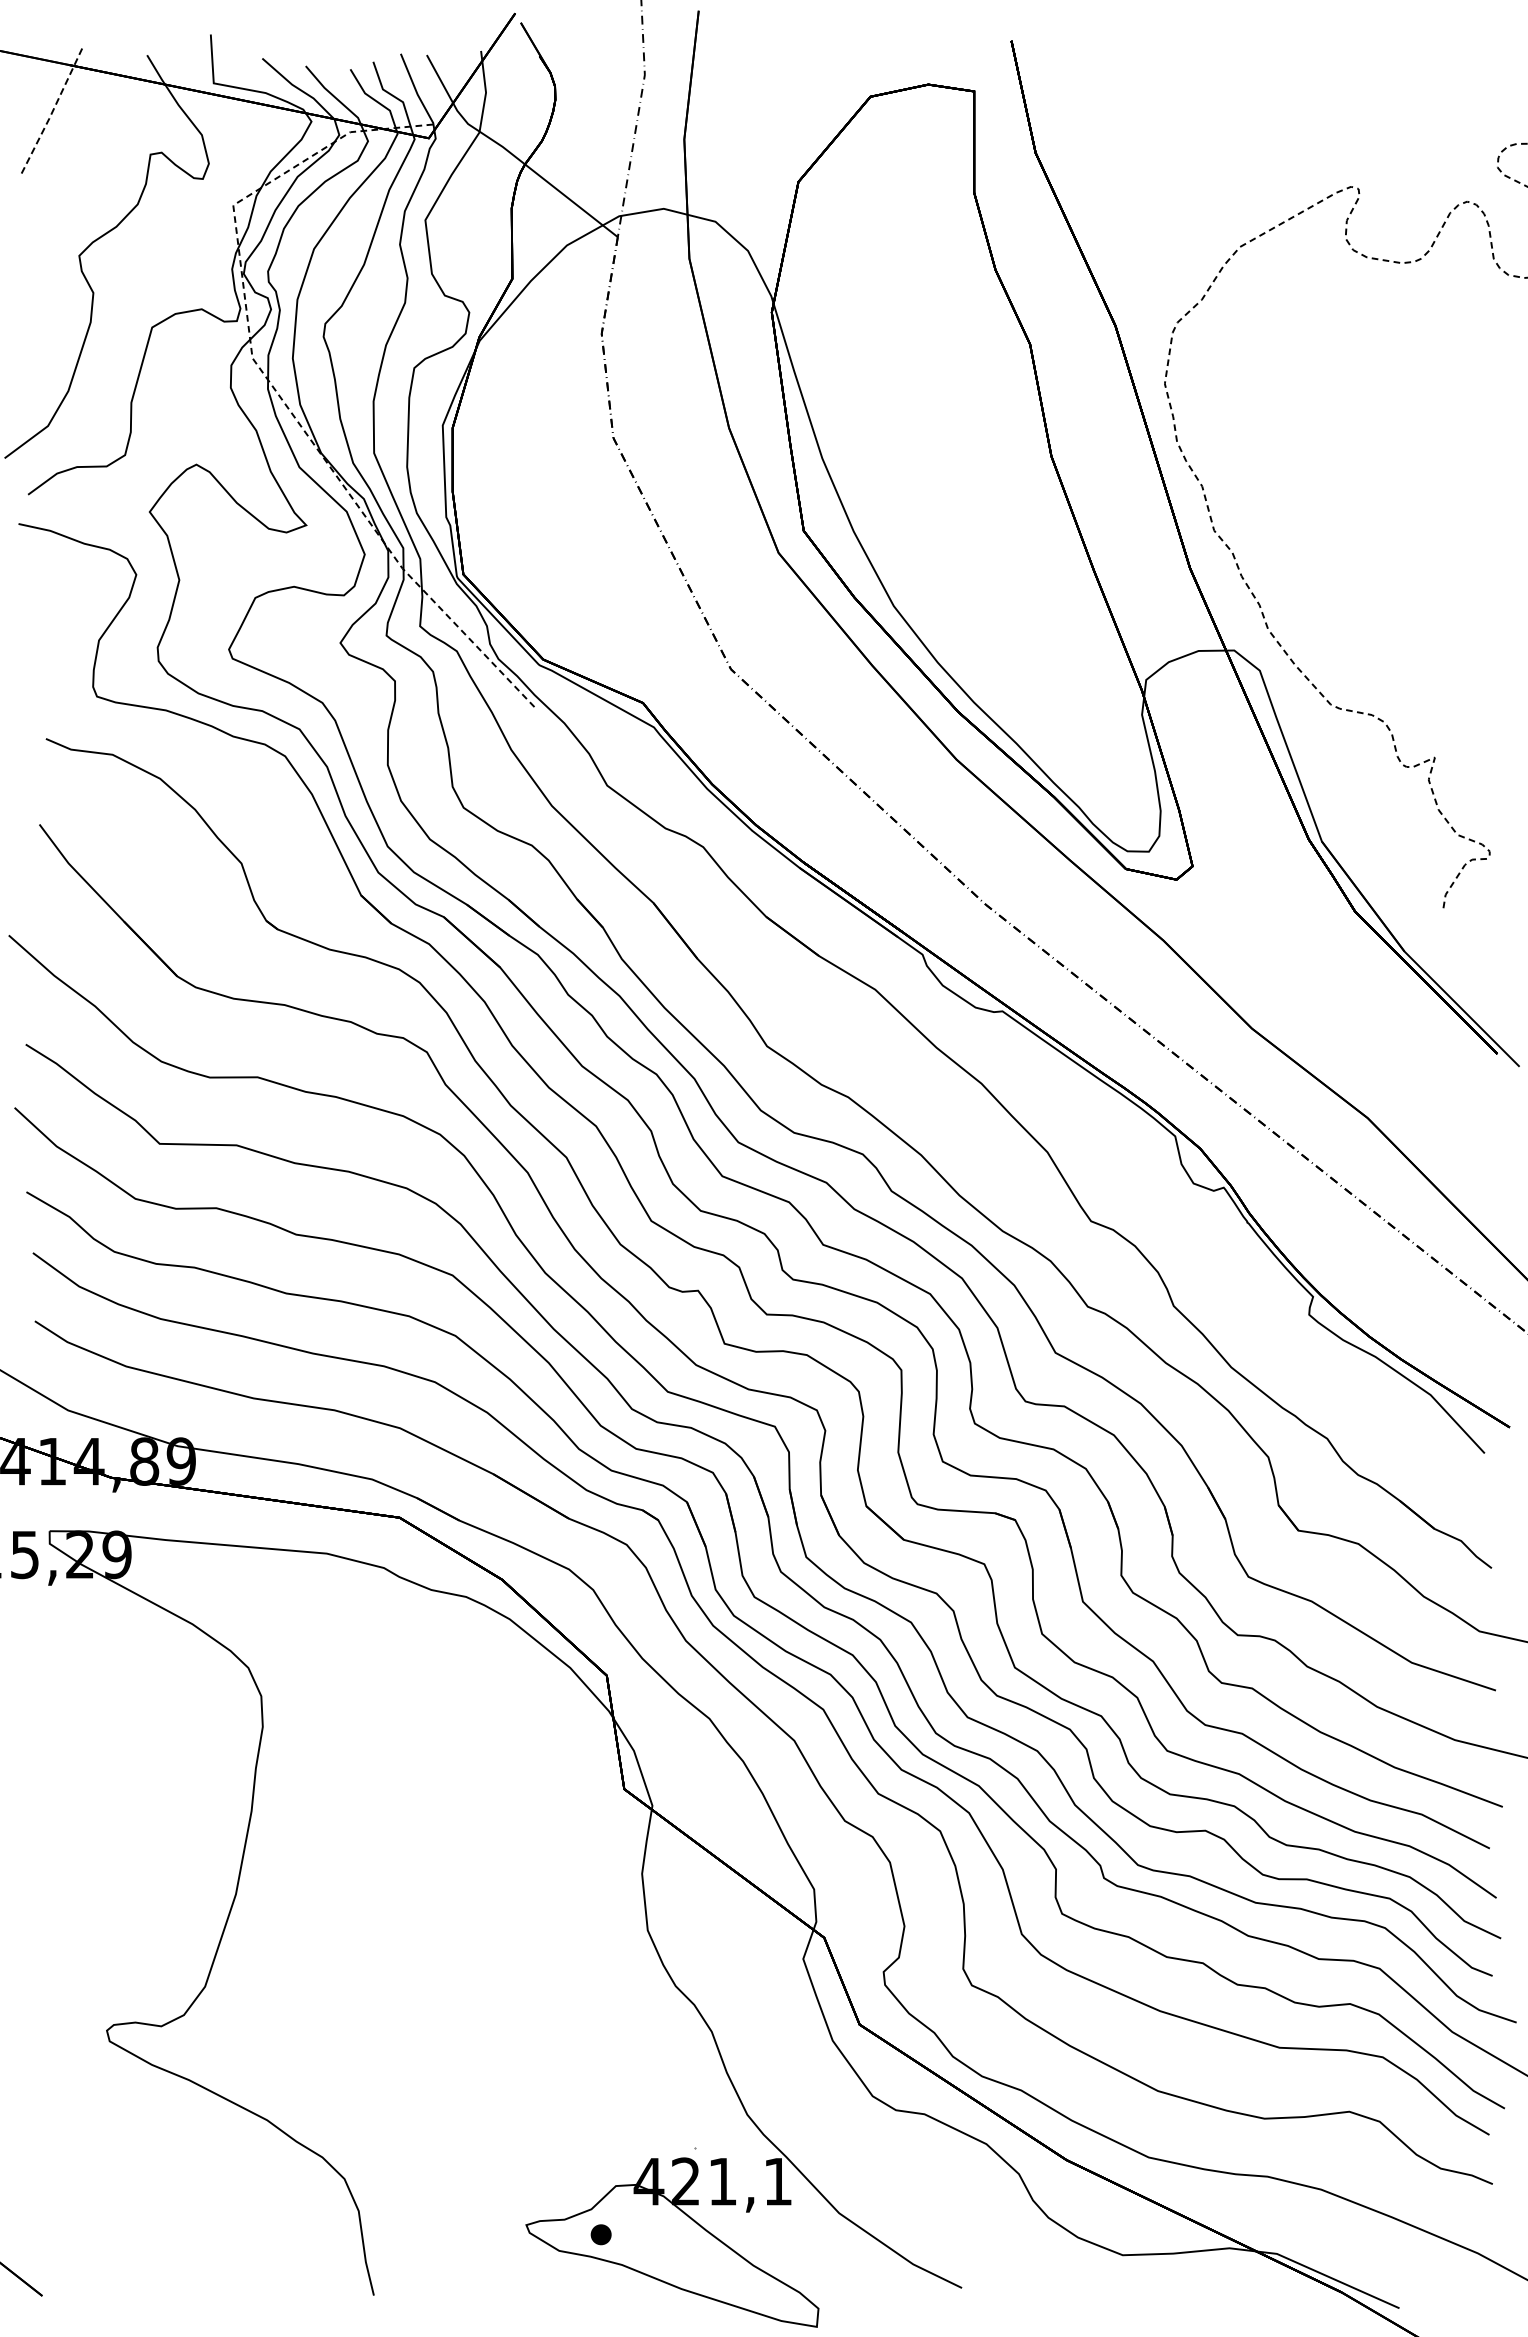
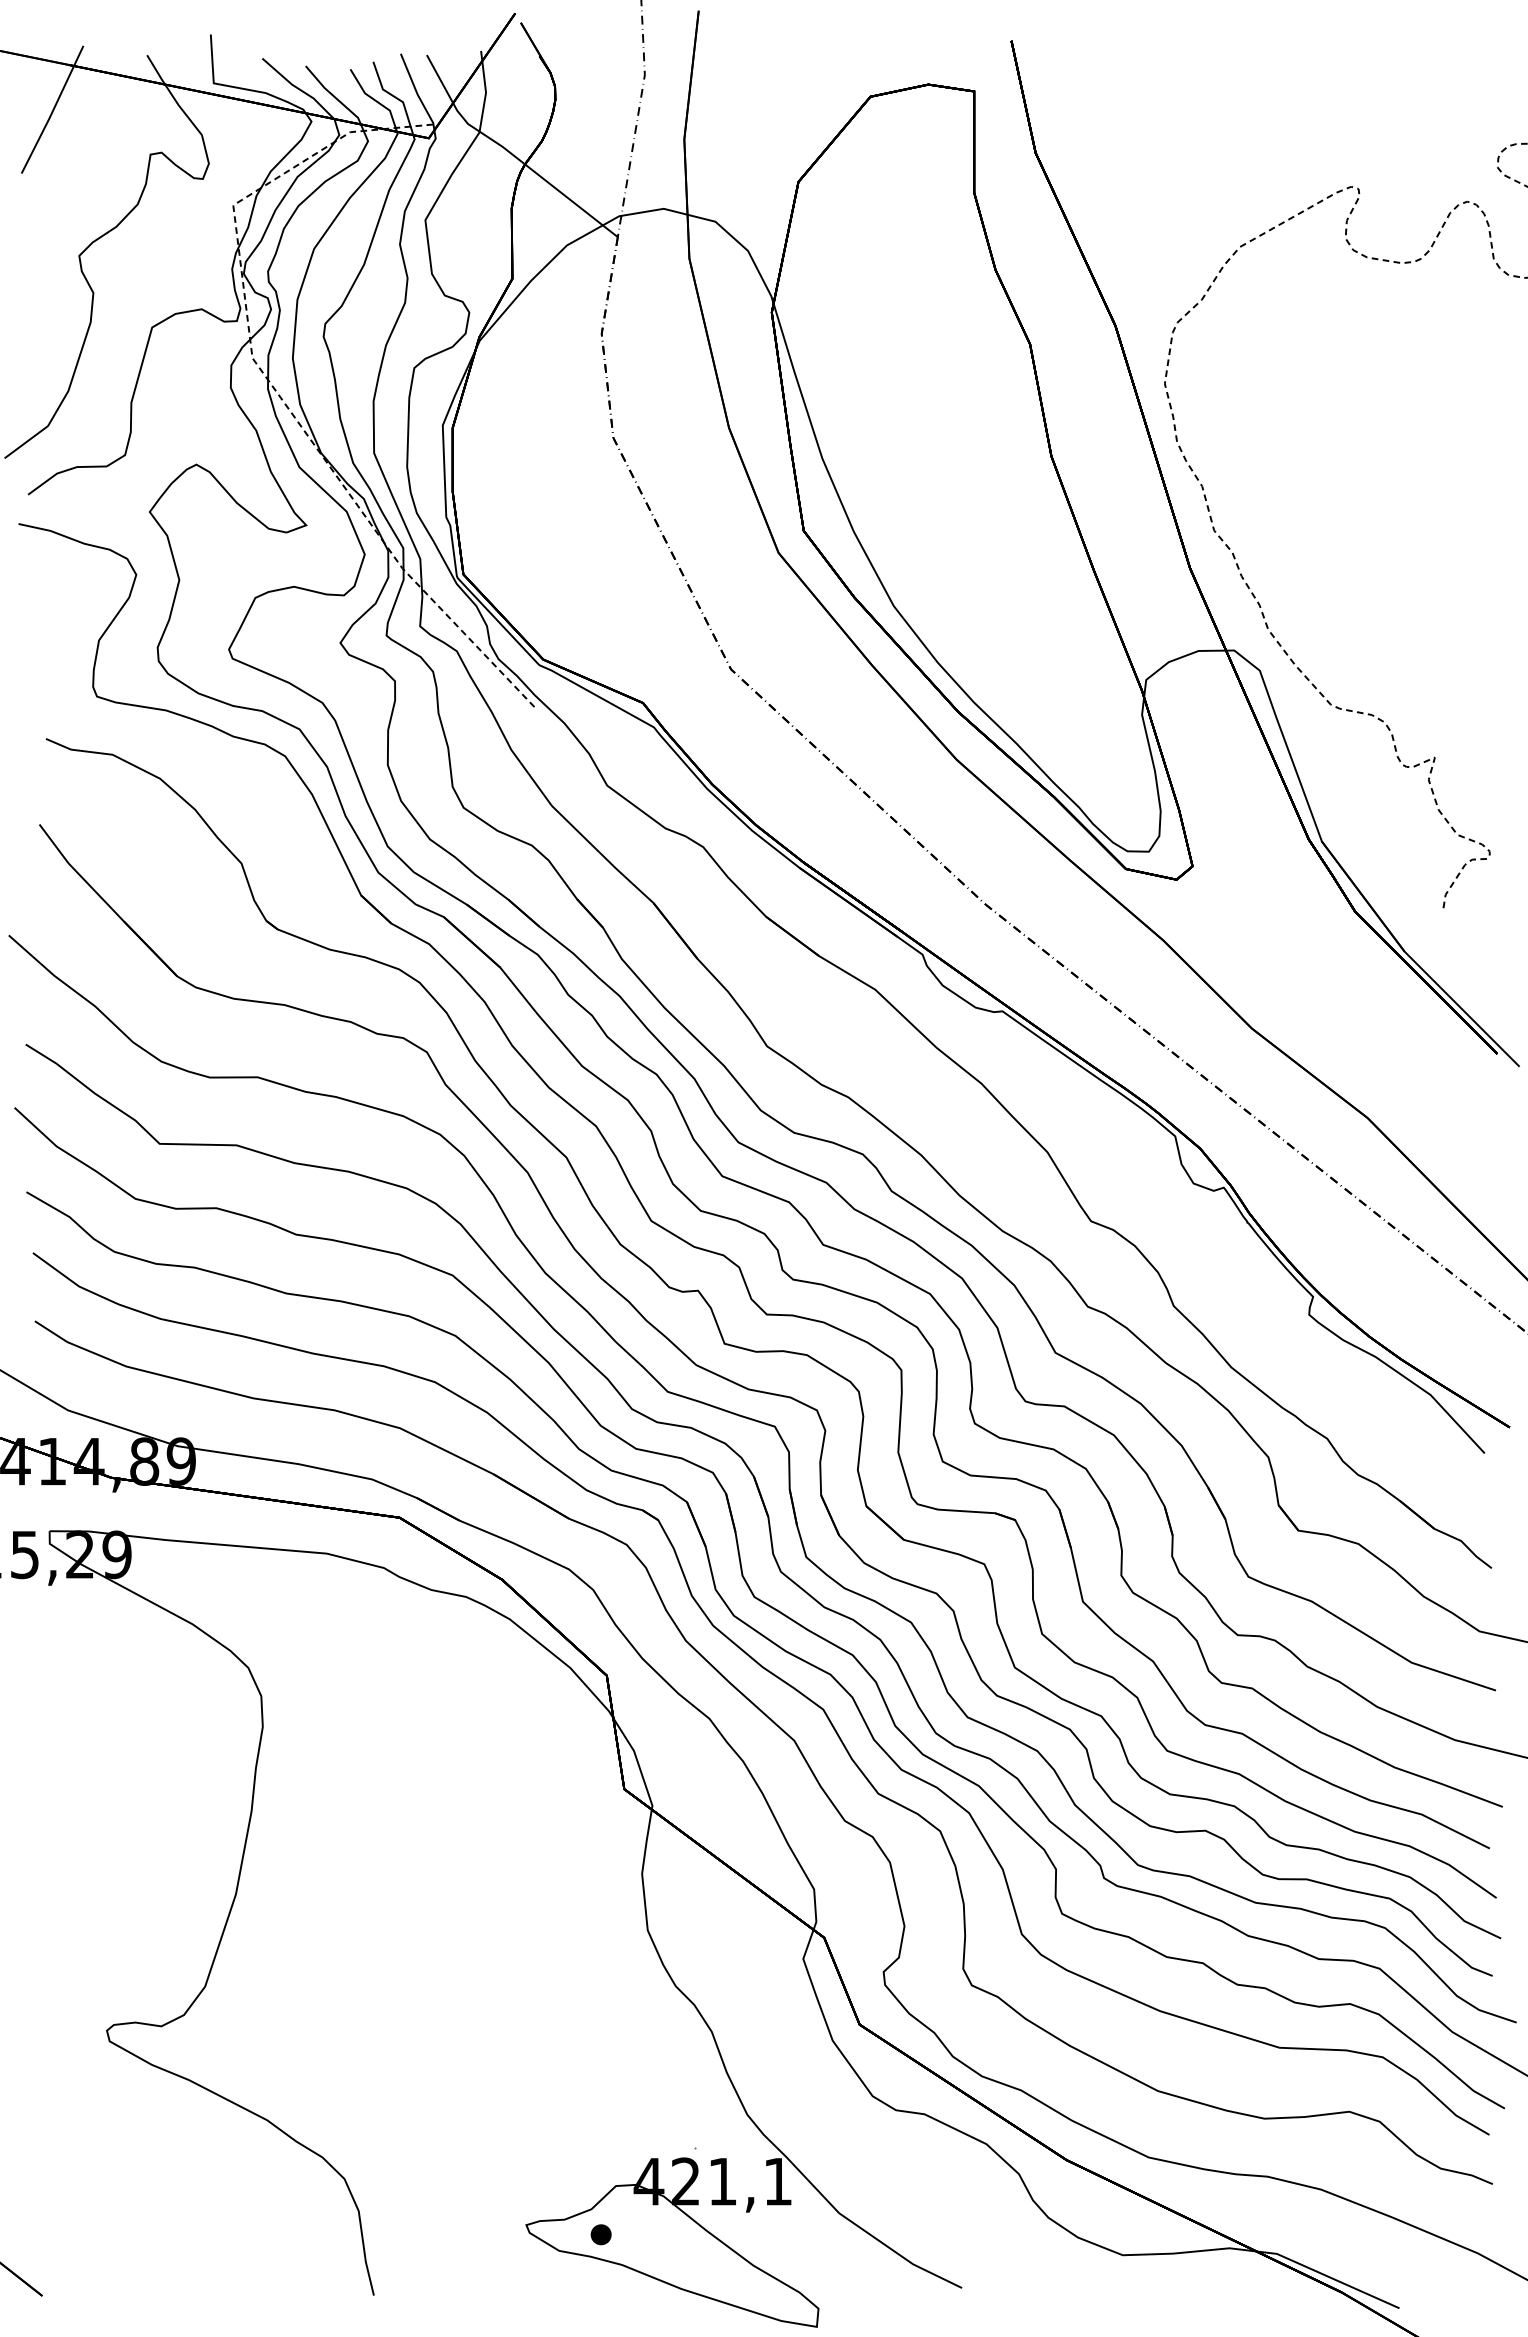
line at (53, 110): dashed -> solid
